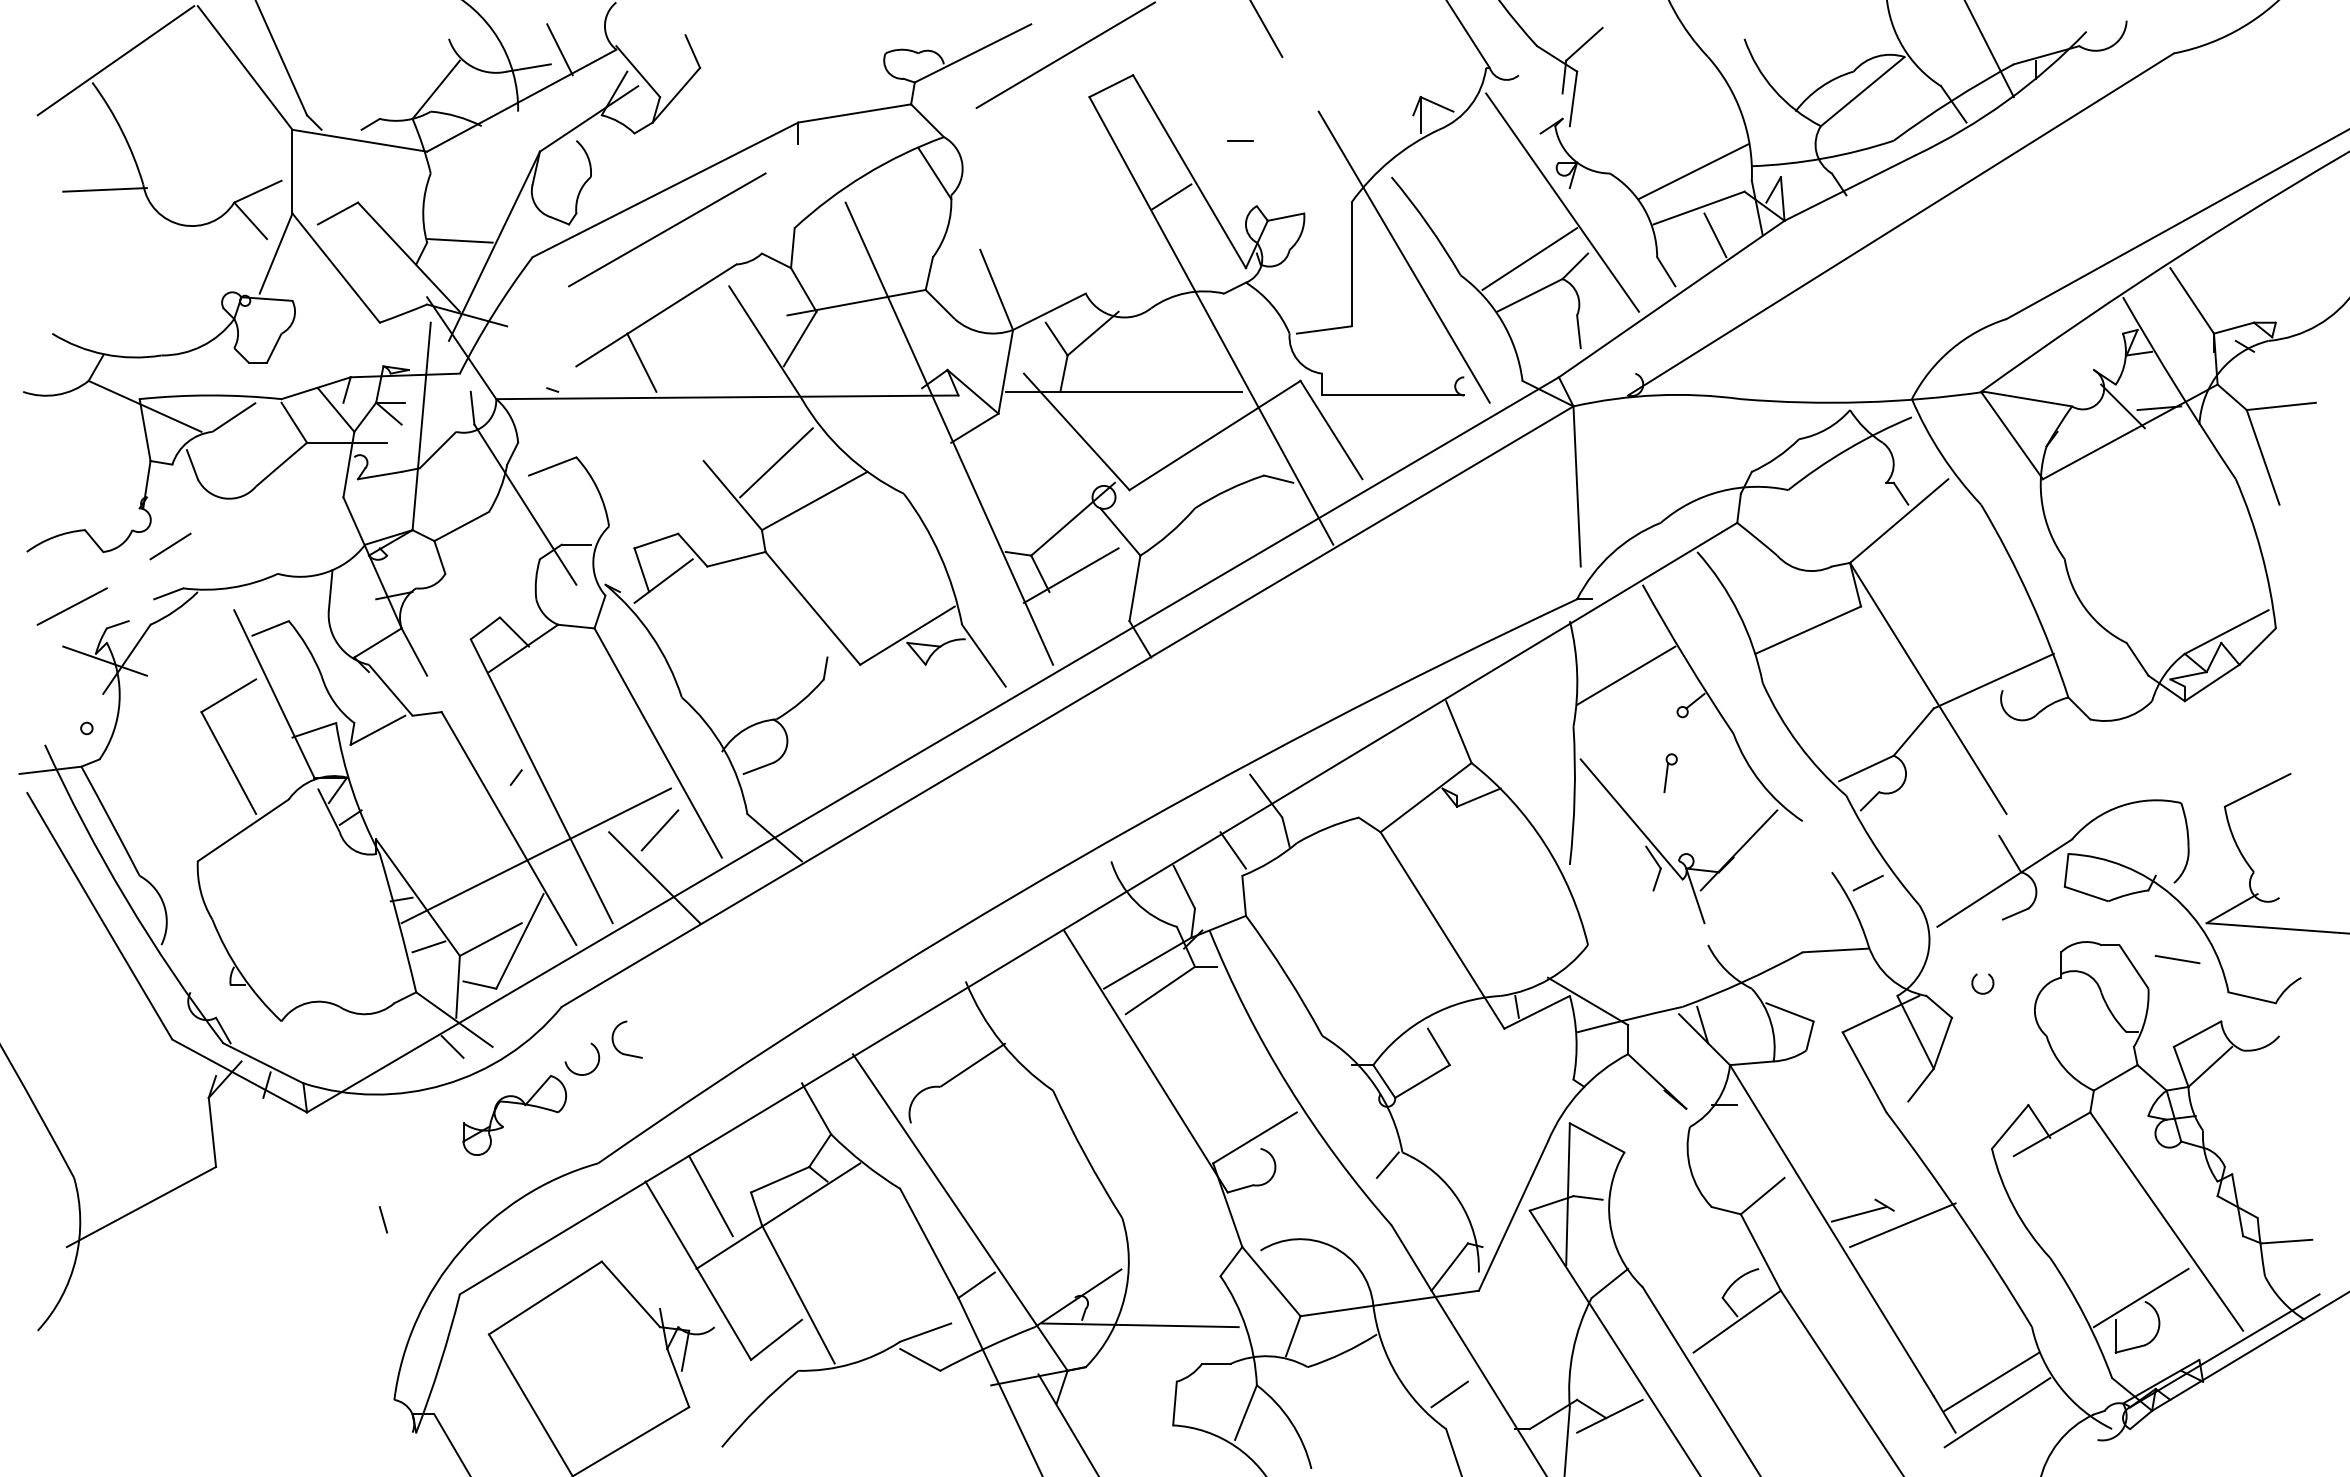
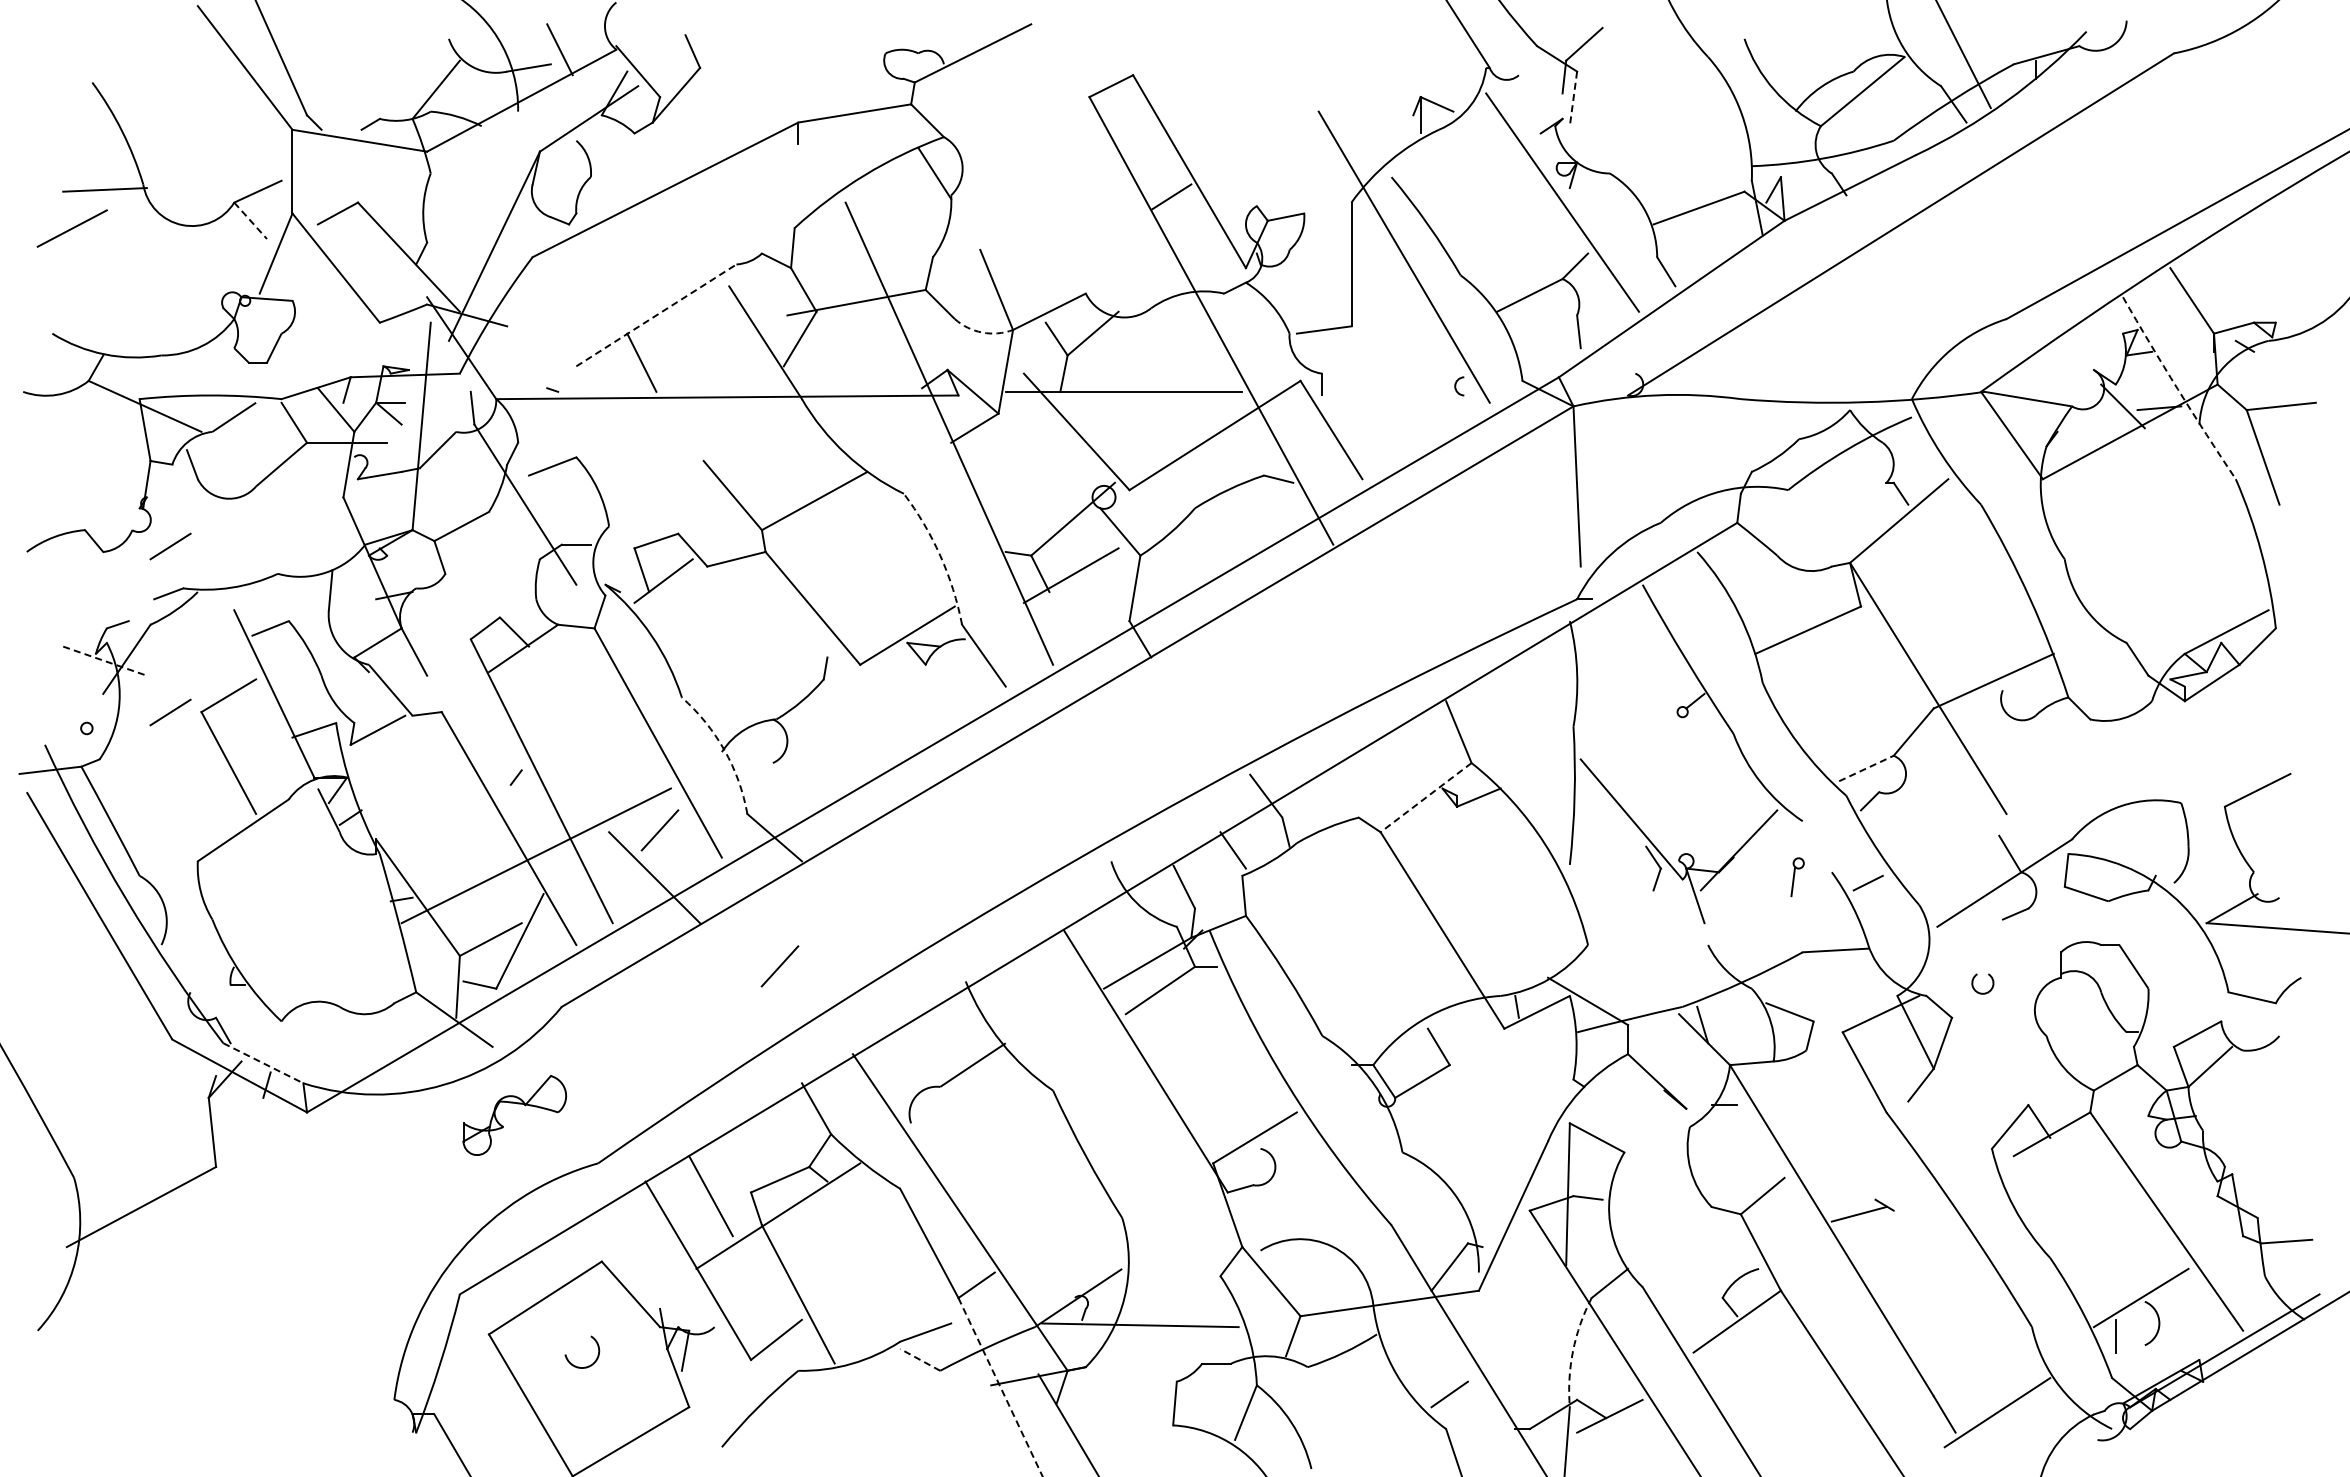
line at (1266, 29): present -> none
line at (1989, 49) position: (1989, 49) -> (1963, 55)
line at (1065, 55): present -> none
line at (115, 60): present -> none
line at (1573, 98): solid -> dashed
line at (1240, 140): present -> none
line at (1693, 171): present -> none
line at (250, 221): solid -> dashed
line at (667, 229): present -> none
line at (1715, 235): present -> none
line at (459, 240): present -> none
line at (1529, 258): present -> none
line at (656, 315): solid -> dashed
arc at (982, 332): solid -> dashed
arc at (2177, 389): solid -> dashed
line at (1393, 395): present -> none
line at (776, 462): present -> none
arc at (940, 555): solid -> dashed
line at (71, 606) position: (71, 606) -> (71, 228)
line at (105, 661): solid -> dashed
line at (1626, 675): present -> none
line at (170, 712): none -> present
arc at (724, 750): solid -> dashed
line at (757, 768): present -> none
line at (1866, 768): solid -> dashed
part at (1670, 773) position: (1670, 773) -> (1797, 877)
line at (1425, 797): solid -> dashed
line at (428, 946): present -> none
line at (2177, 959): present -> none
line at (779, 966): none -> present
part at (614, 1042): present -> none
line at (452, 1046): present -> none
line at (263, 1063): solid -> dashed
arc at (584, 1073) position: (584, 1073) -> (584, 1366)
line at (1387, 1164): present -> none
line at (383, 1219): present -> none
line at (1902, 1225): present -> none
line at (2129, 1348): present -> none
arc at (1573, 1351): solid -> dashed
line at (920, 1359): solid -> dashed
line at (1991, 1381): present -> none
line at (1000, 1387): solid -> dashed
